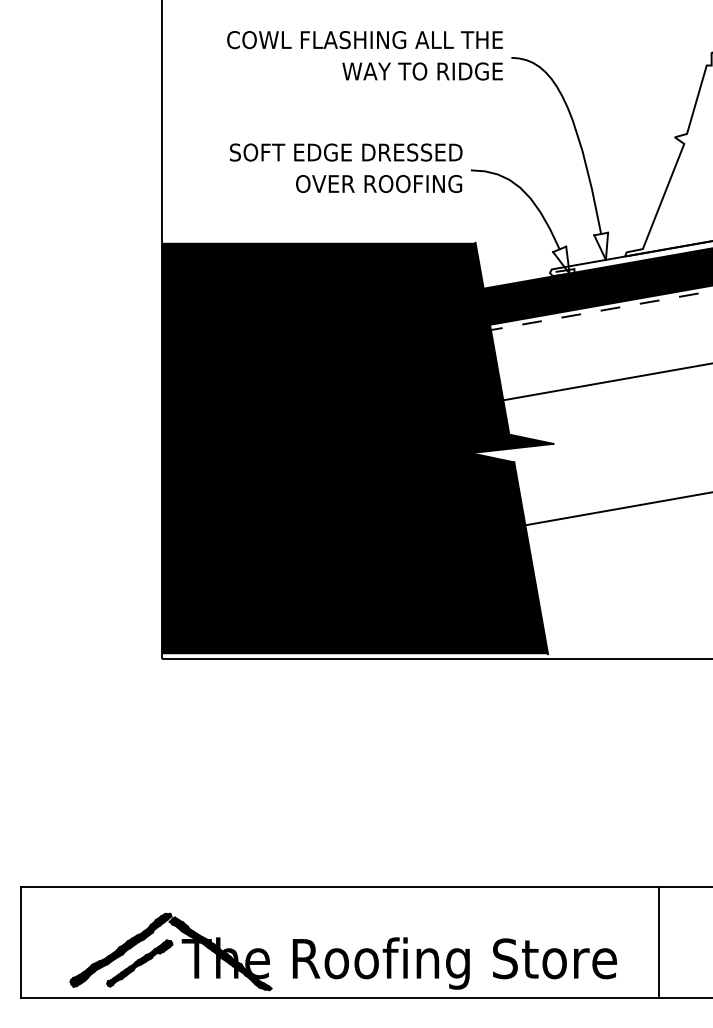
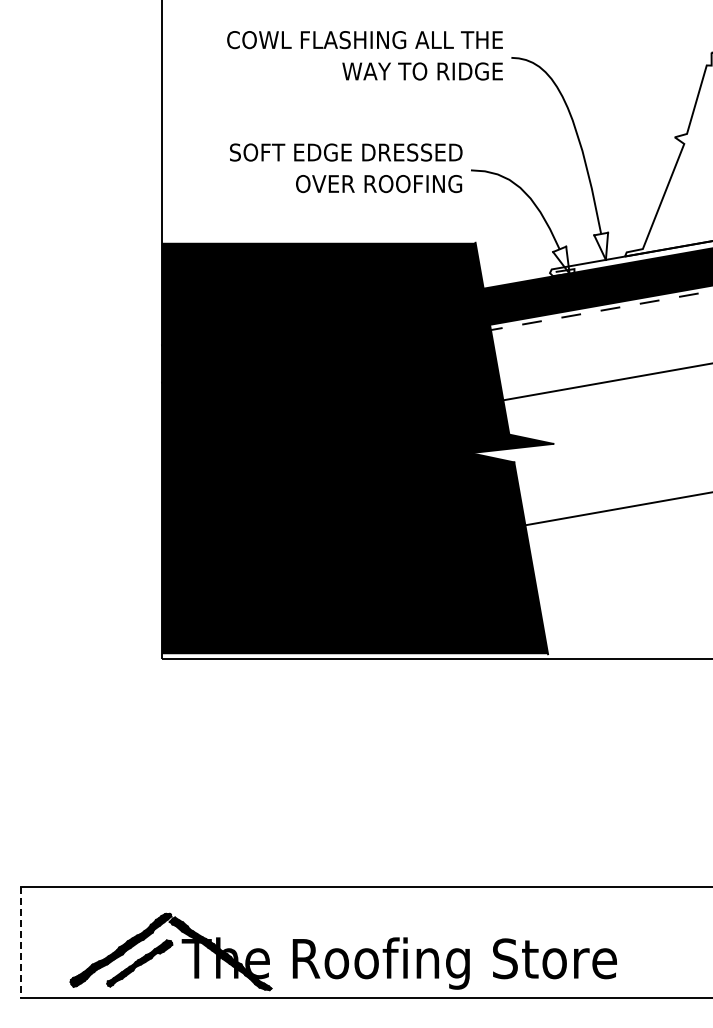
line at (21, 942): solid -> dashed
line at (659, 942): present -> none
